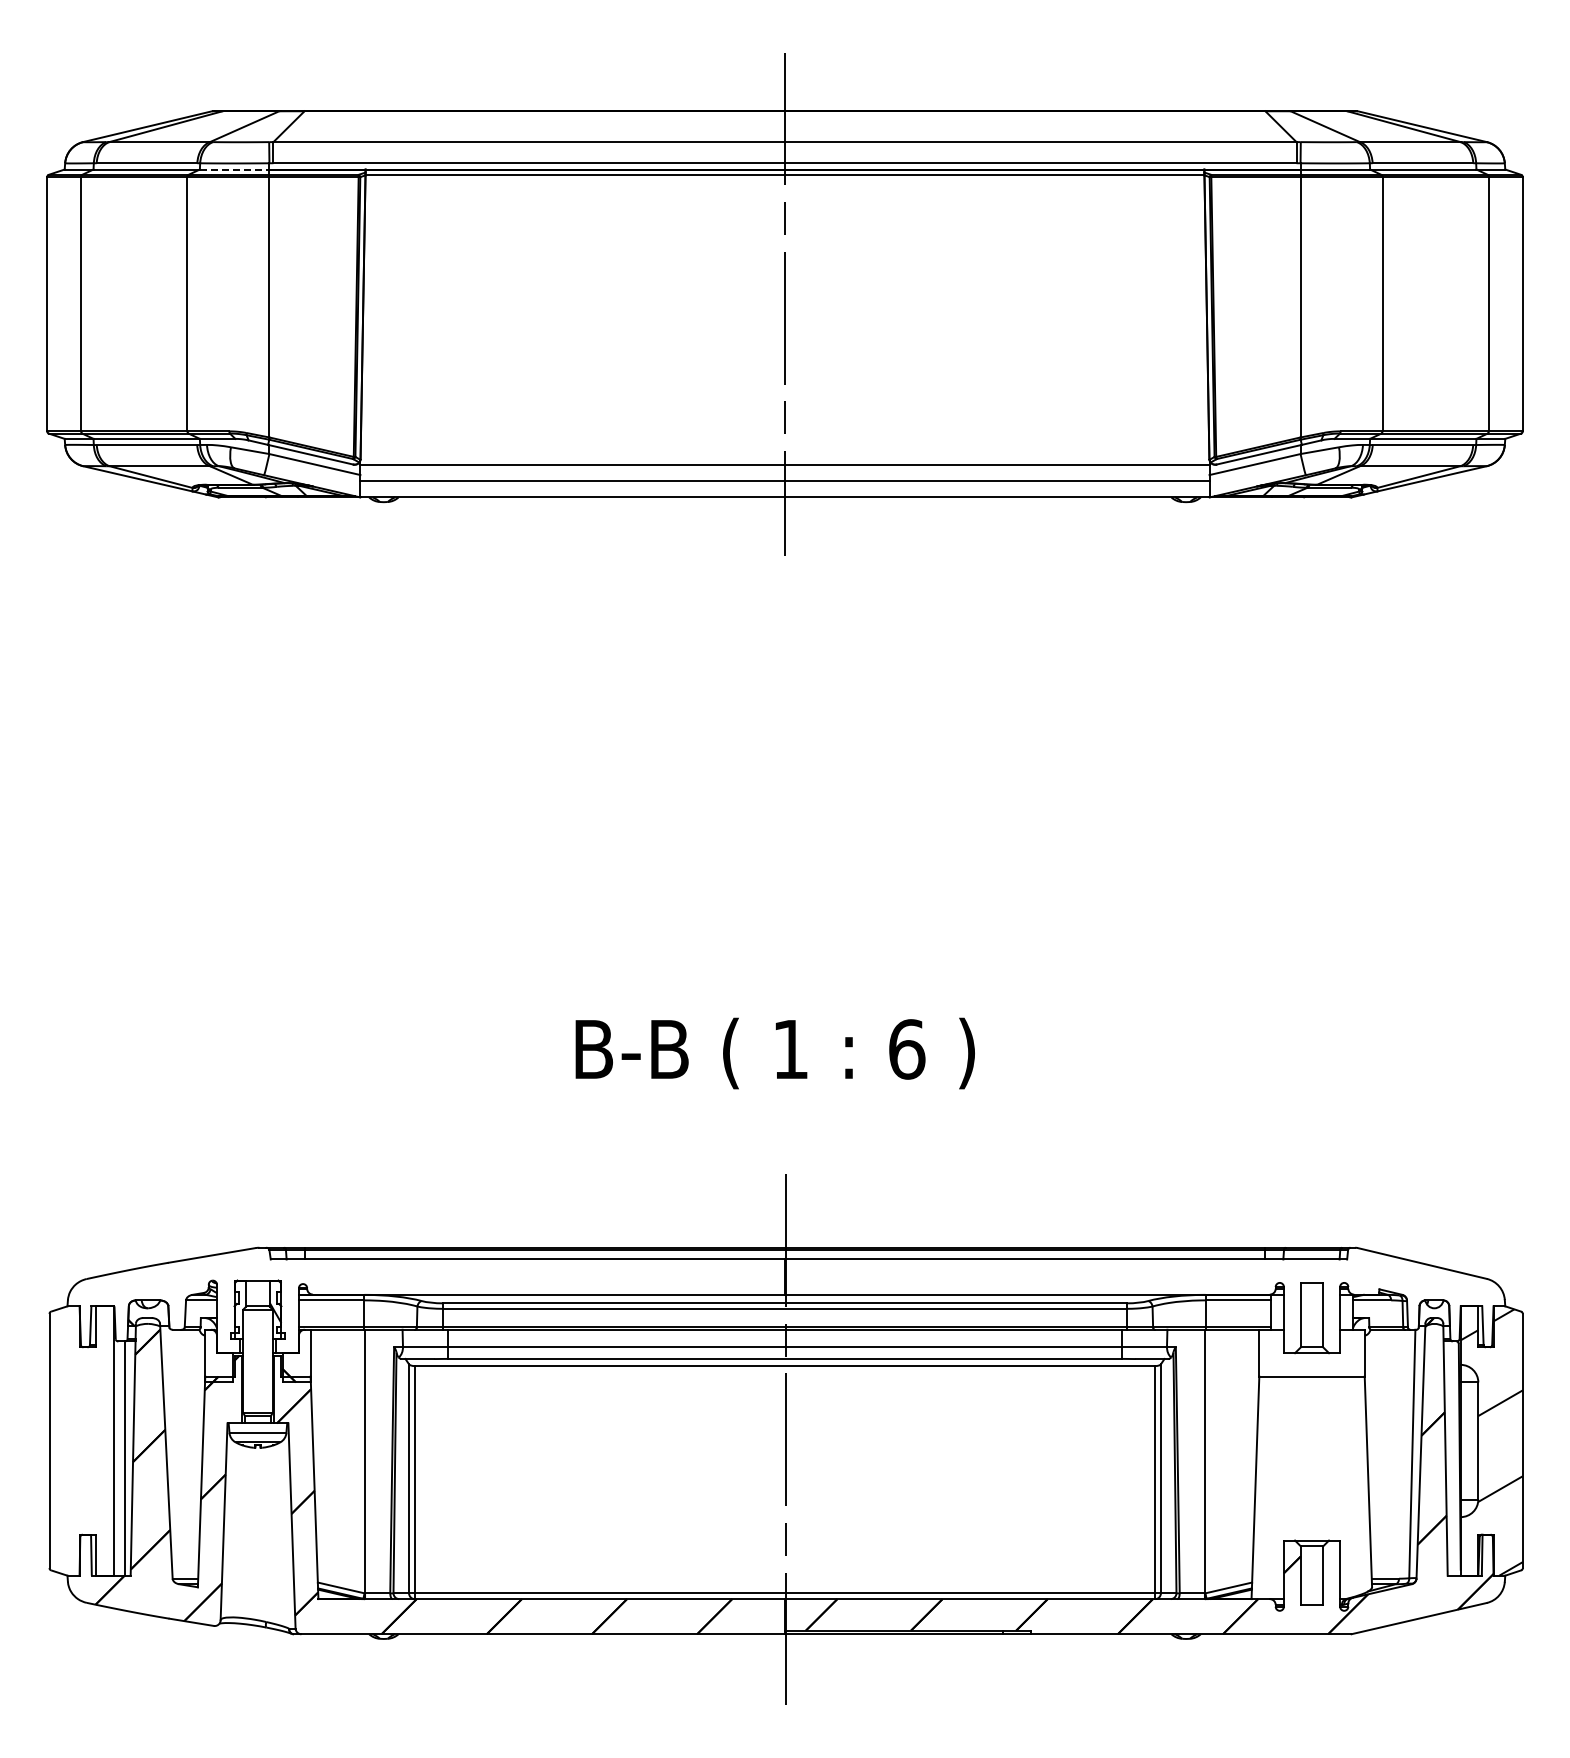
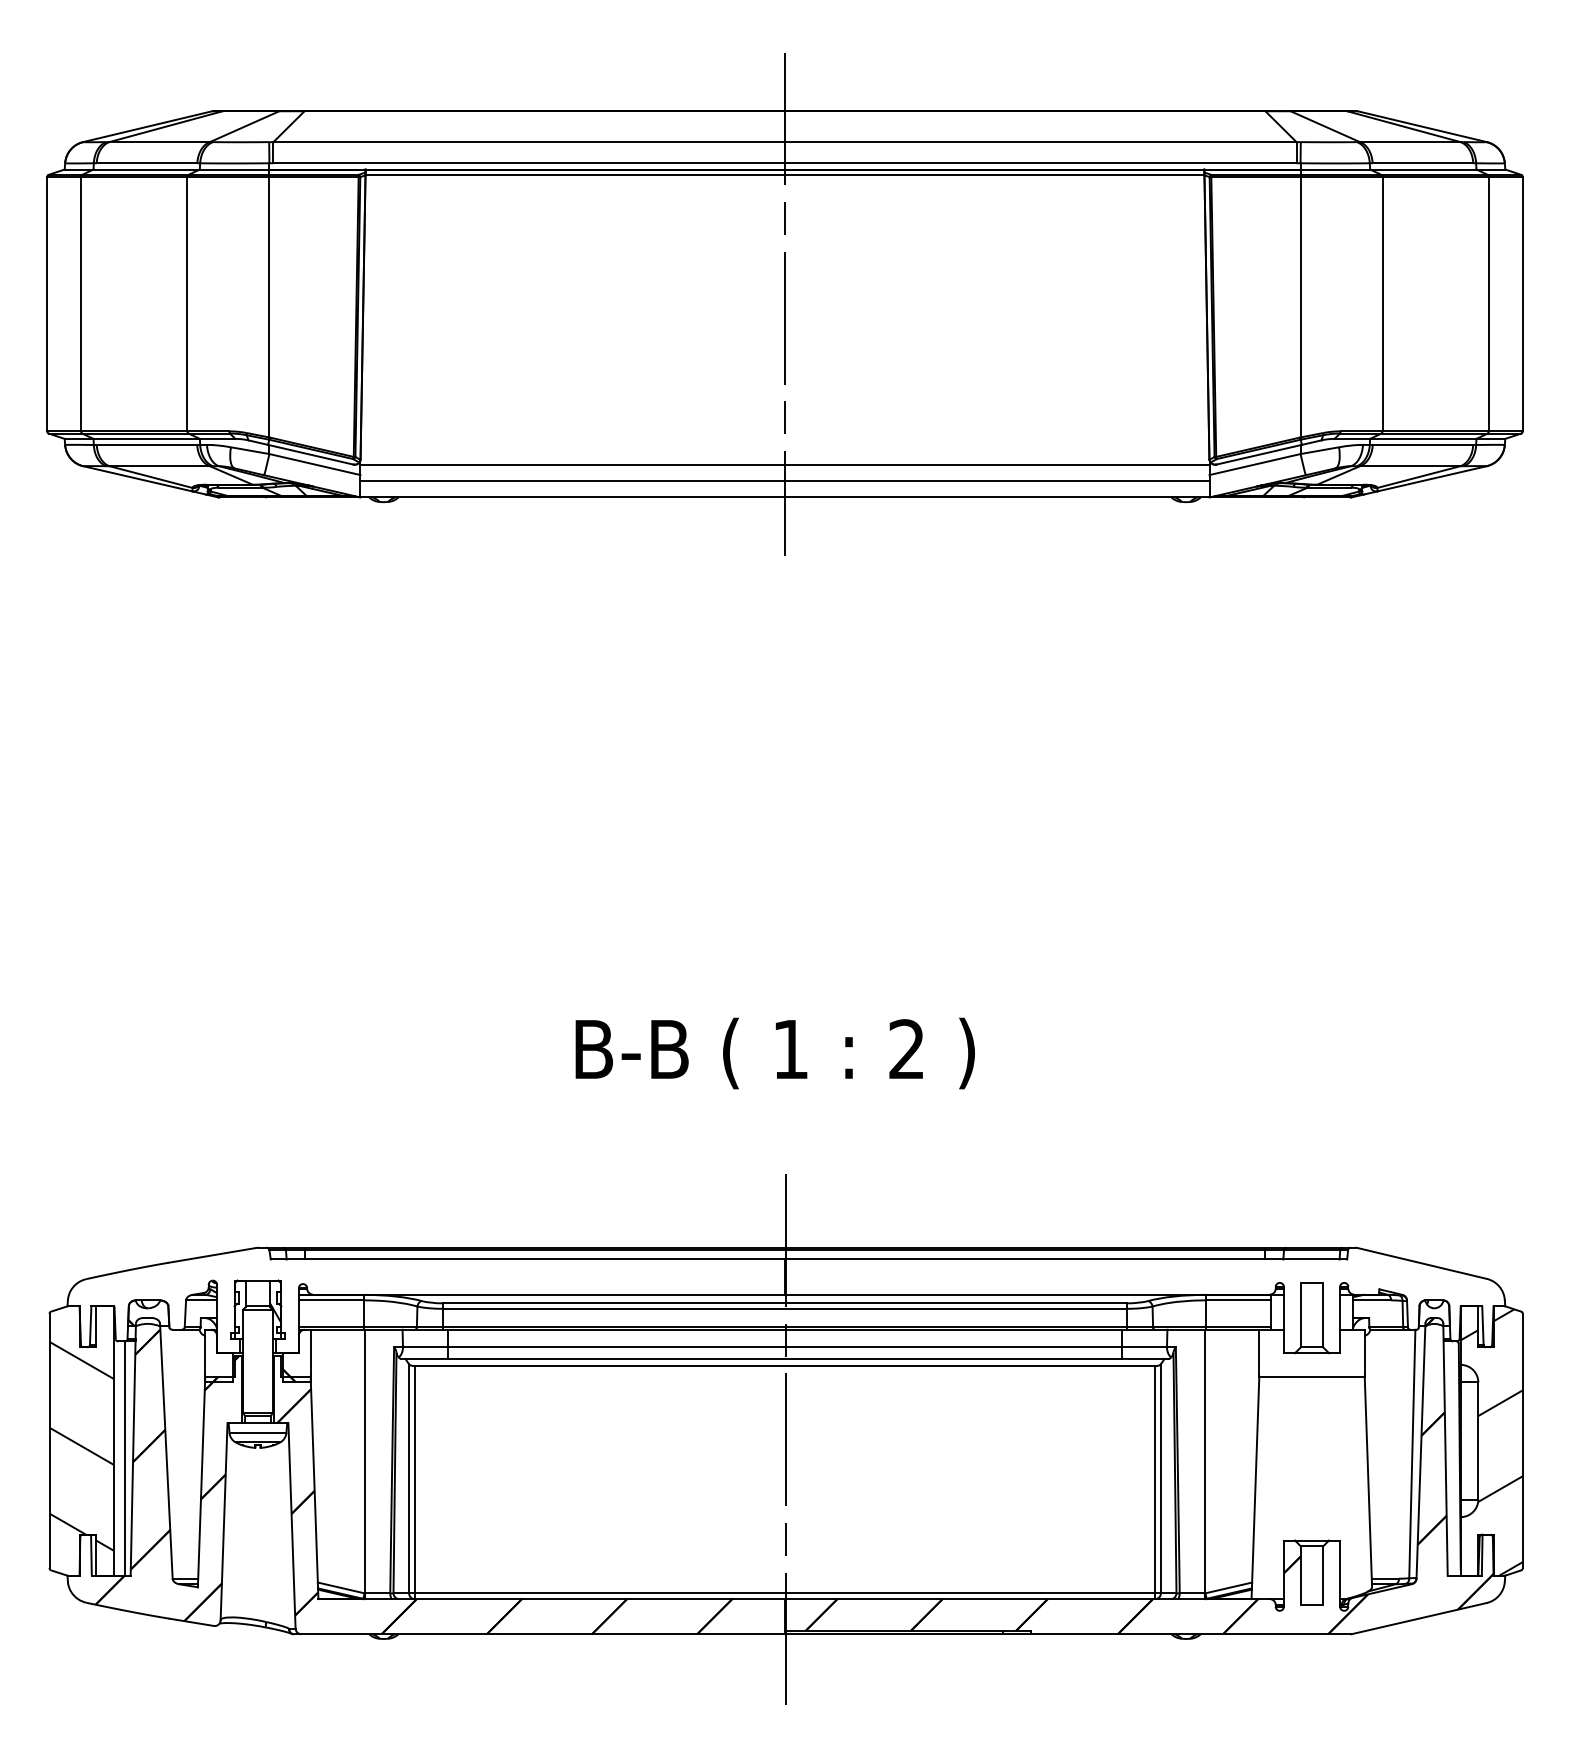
line at (234, 169): dashed -> solid
text at (907, 1049): 6 -> 2
hatch at (81, 1446): none -> present
